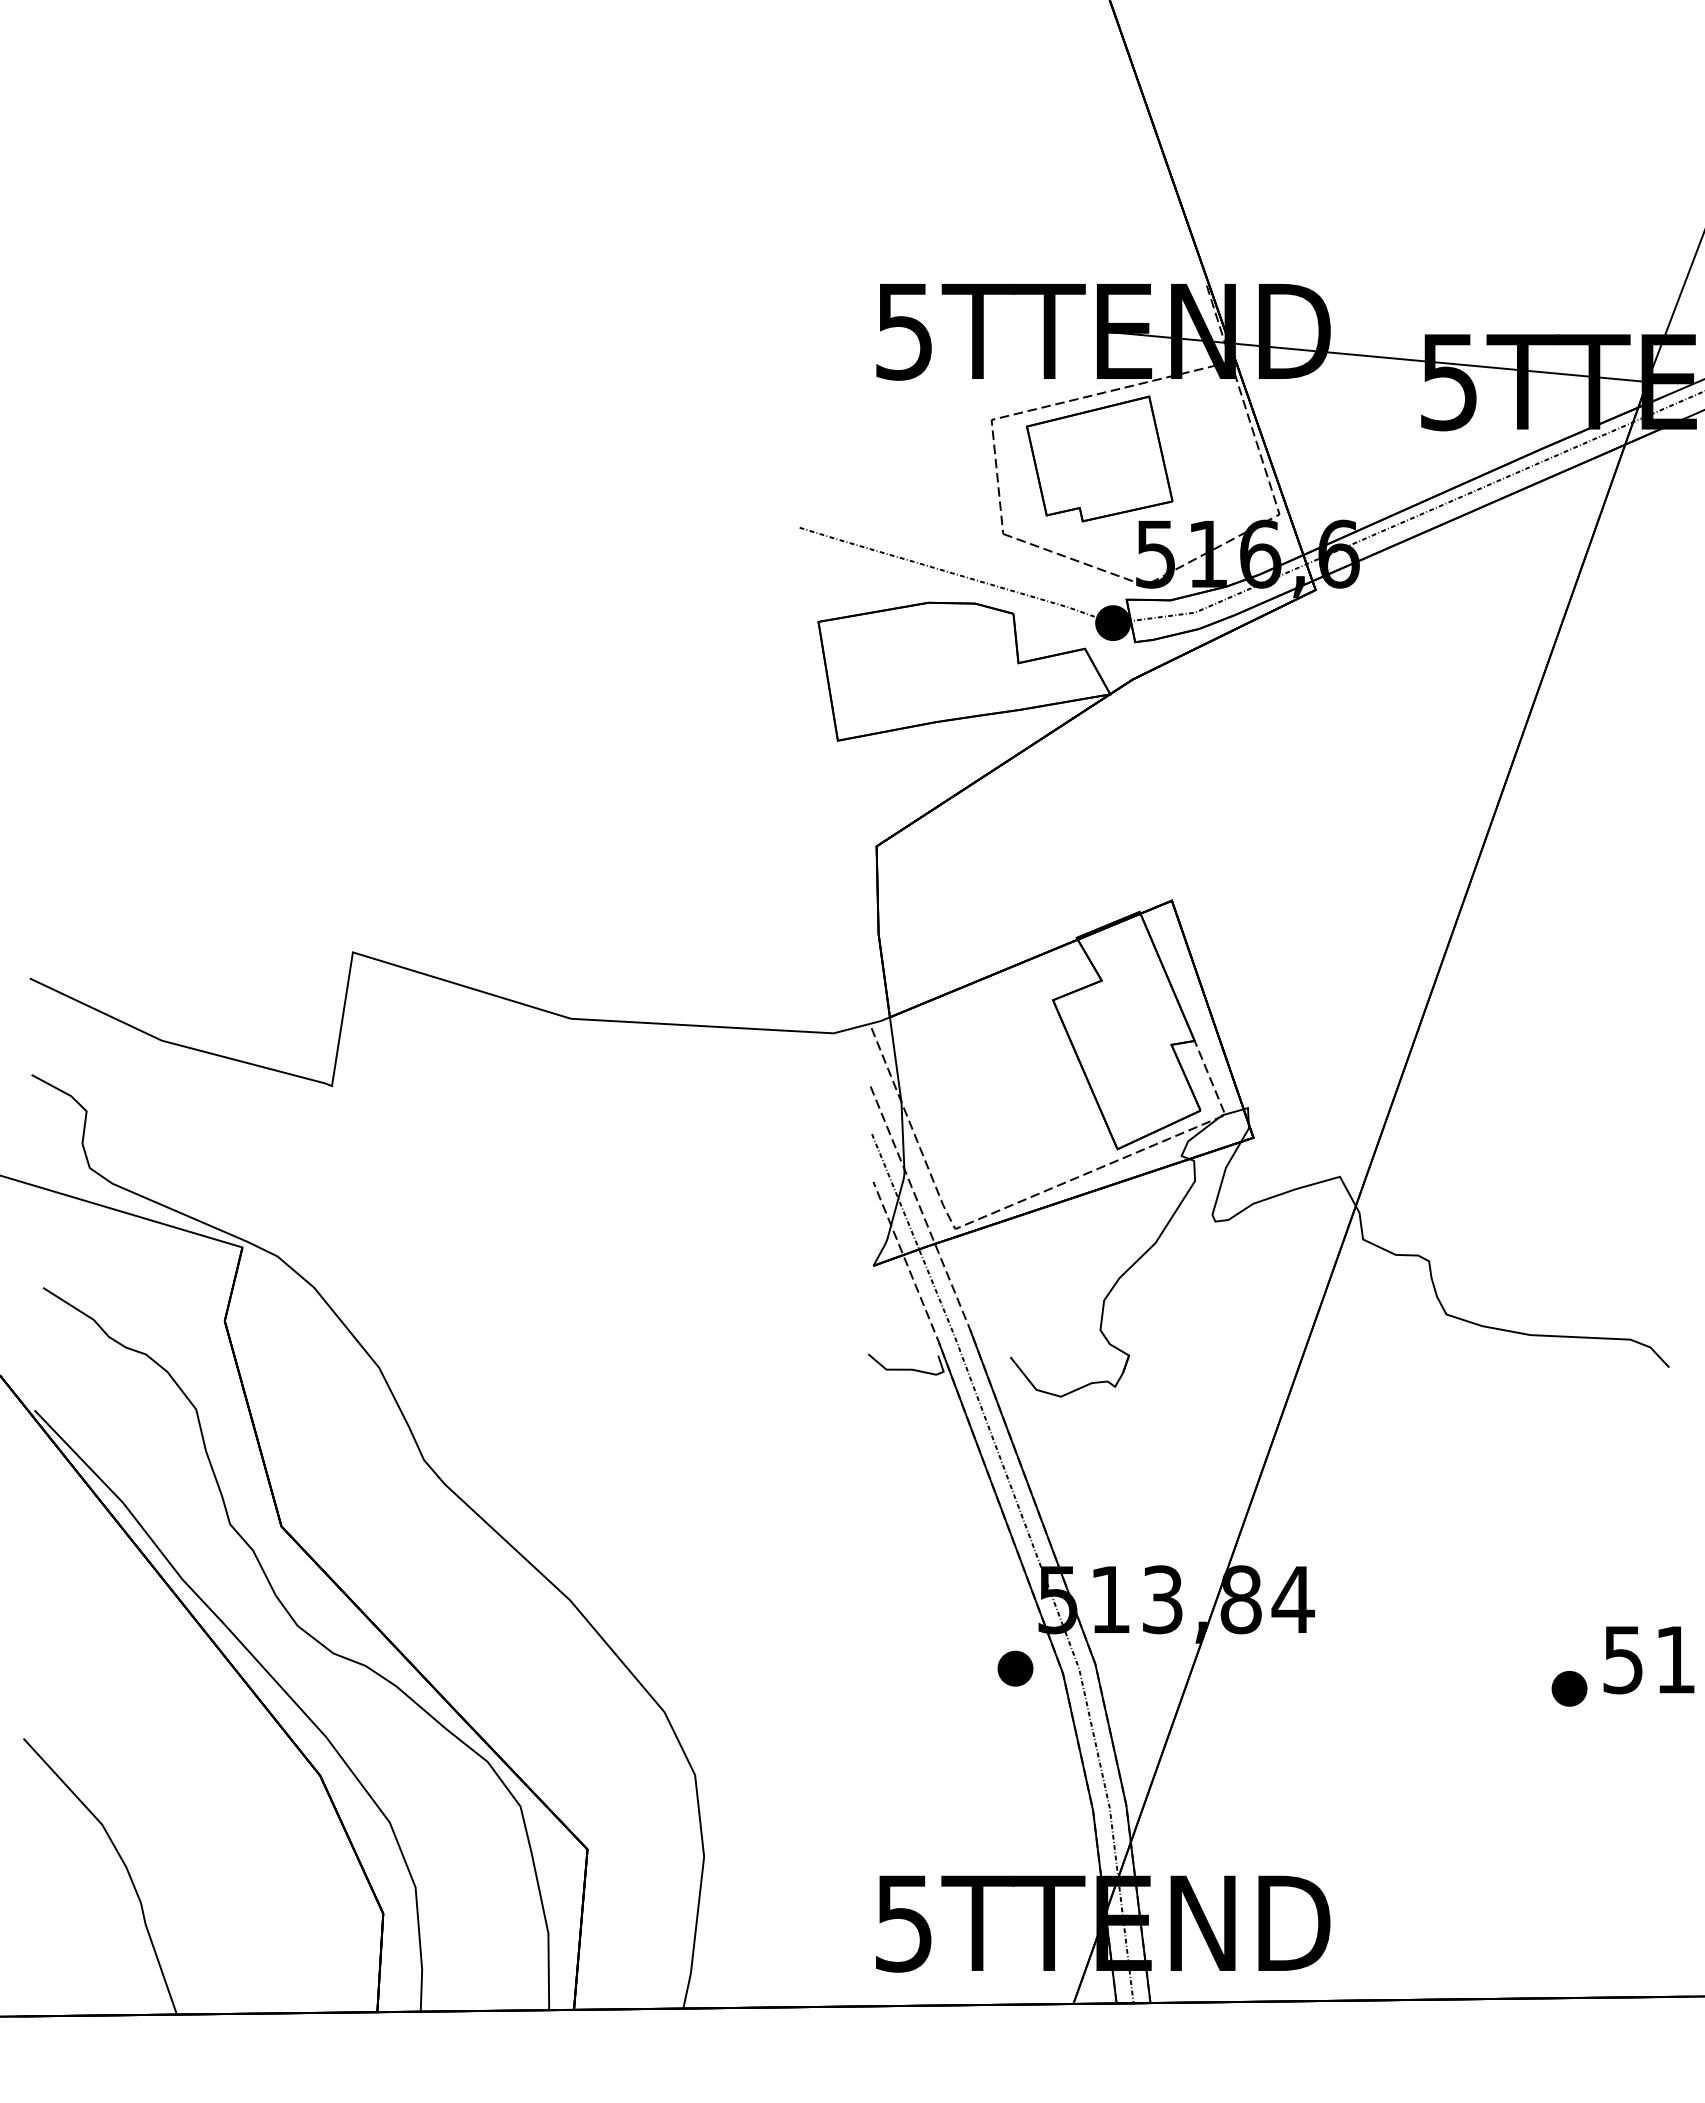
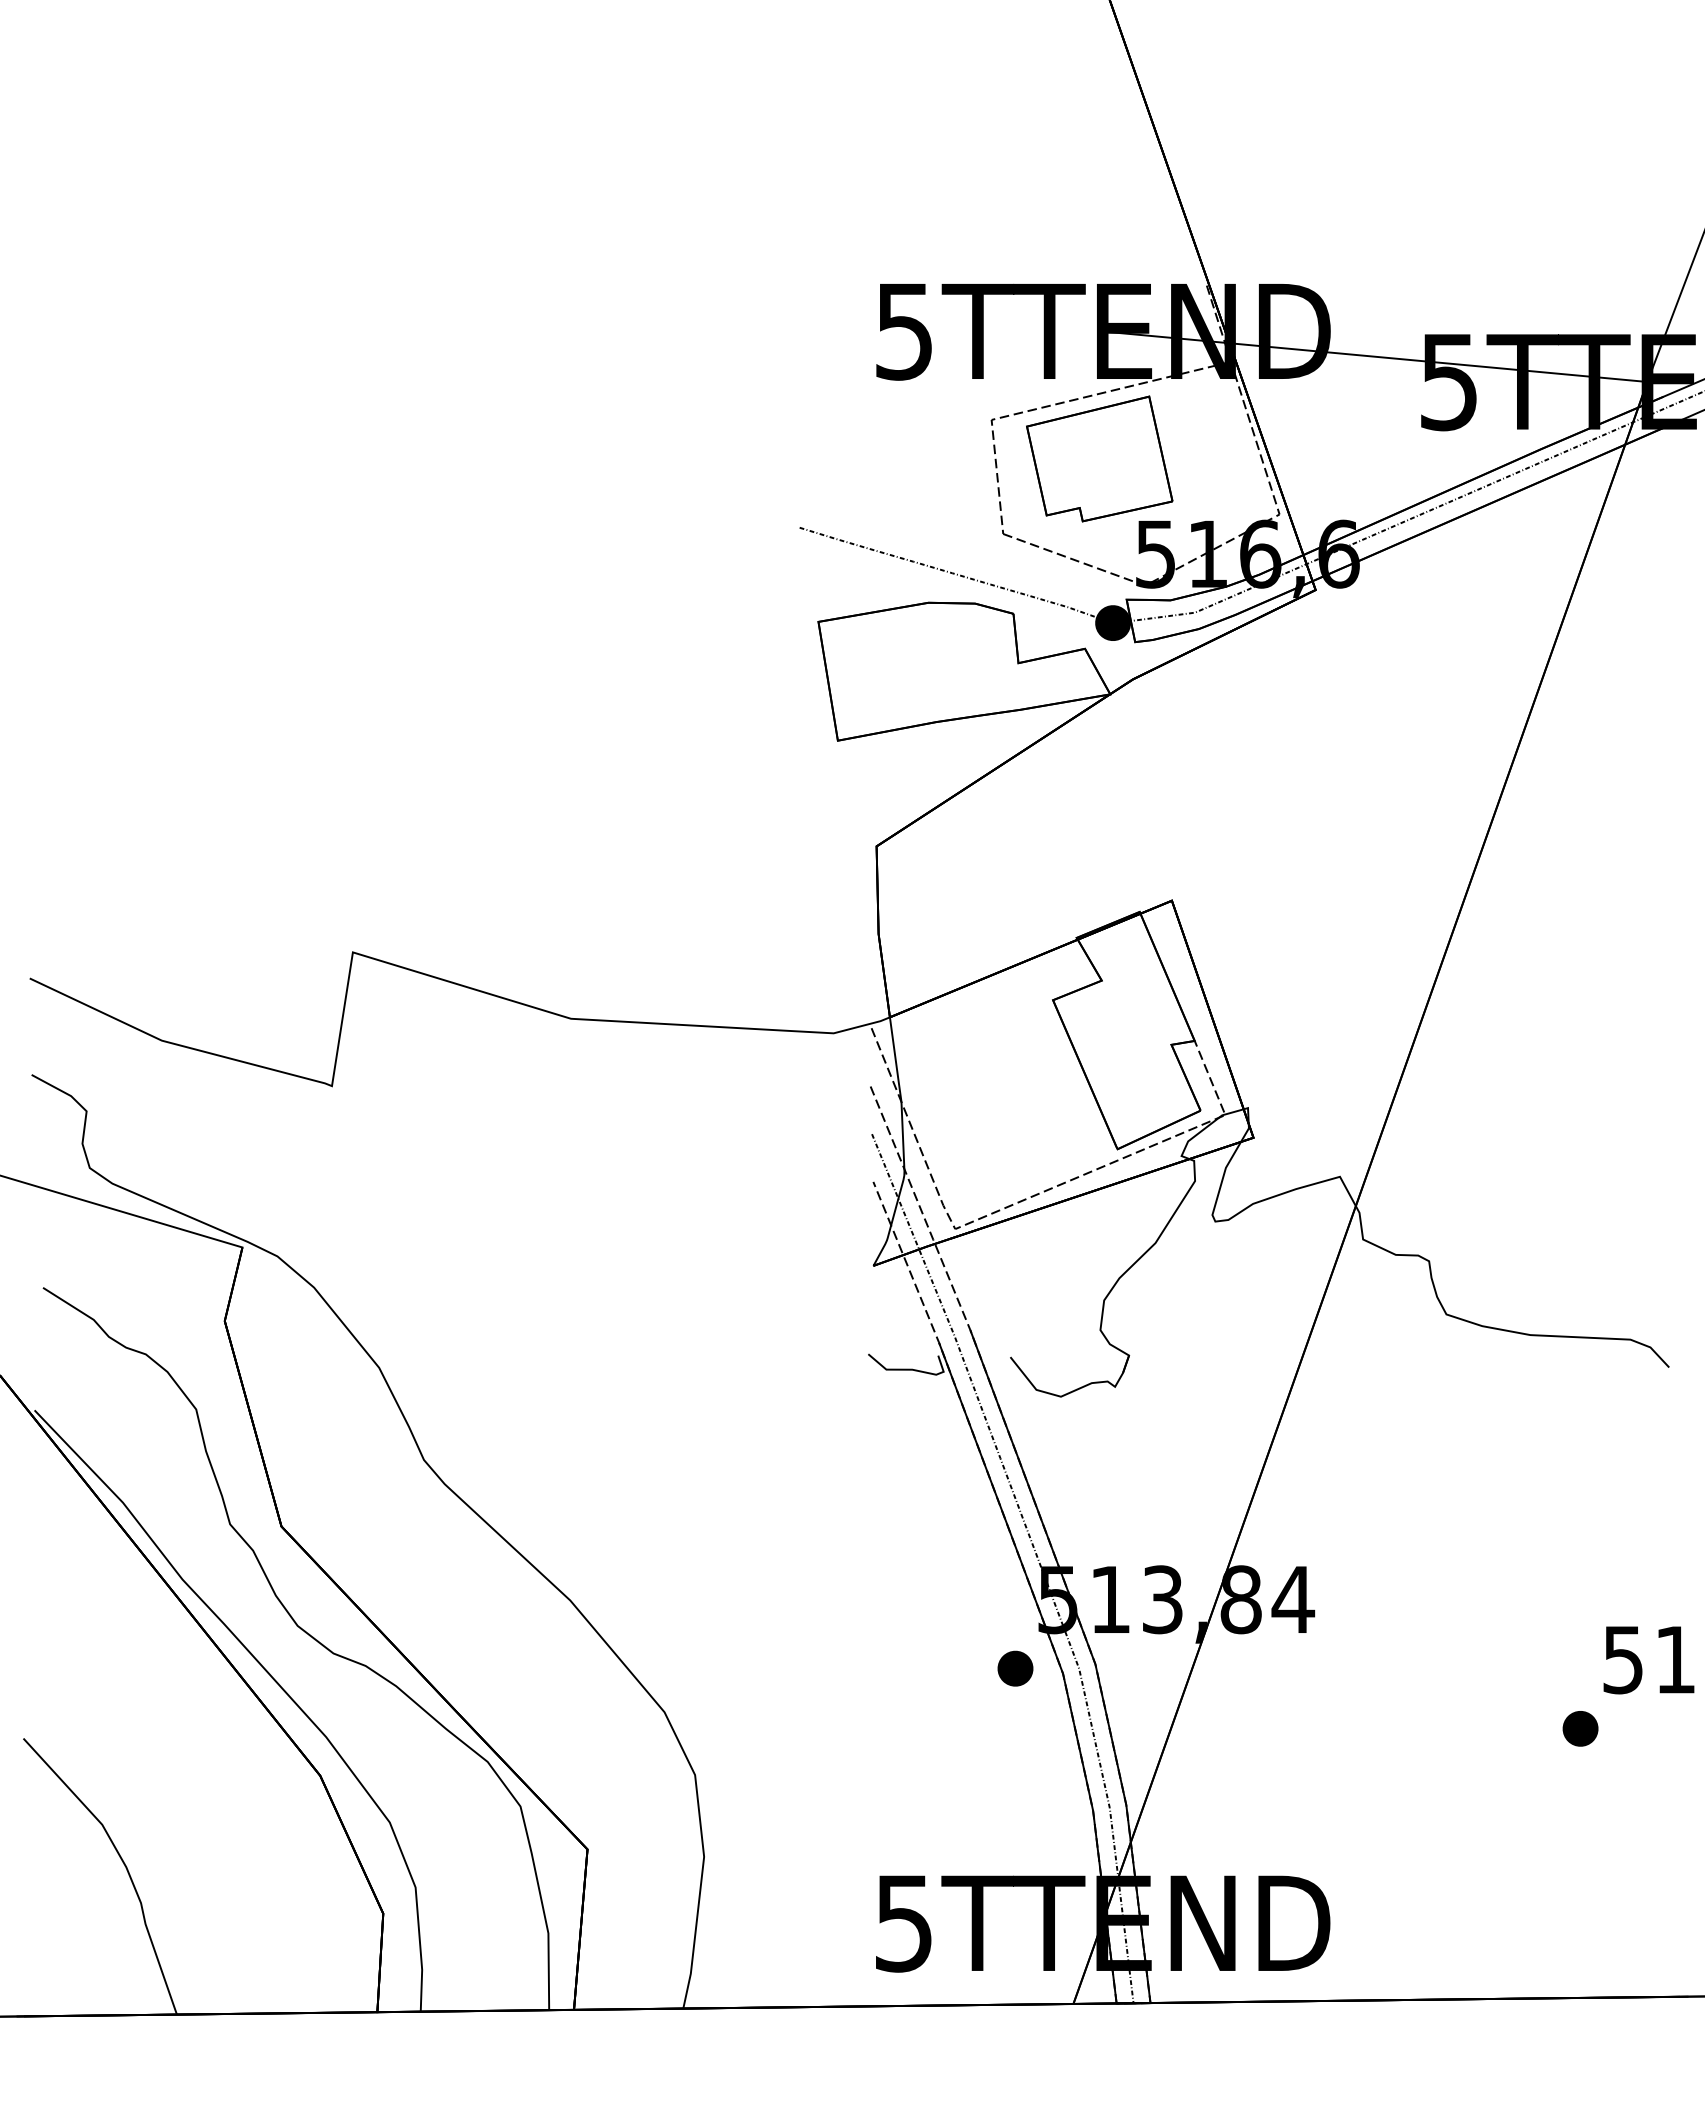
part at (1569, 1688) position: (1569, 1688) -> (1580, 1728)
